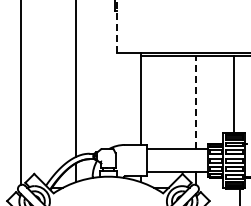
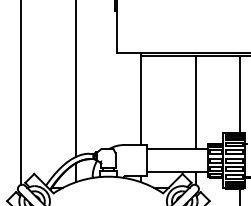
line at (116, 26): dashed -> solid
line at (233, 94) position: (233, 94) -> (239, 94)
line at (196, 102): dashed -> solid
